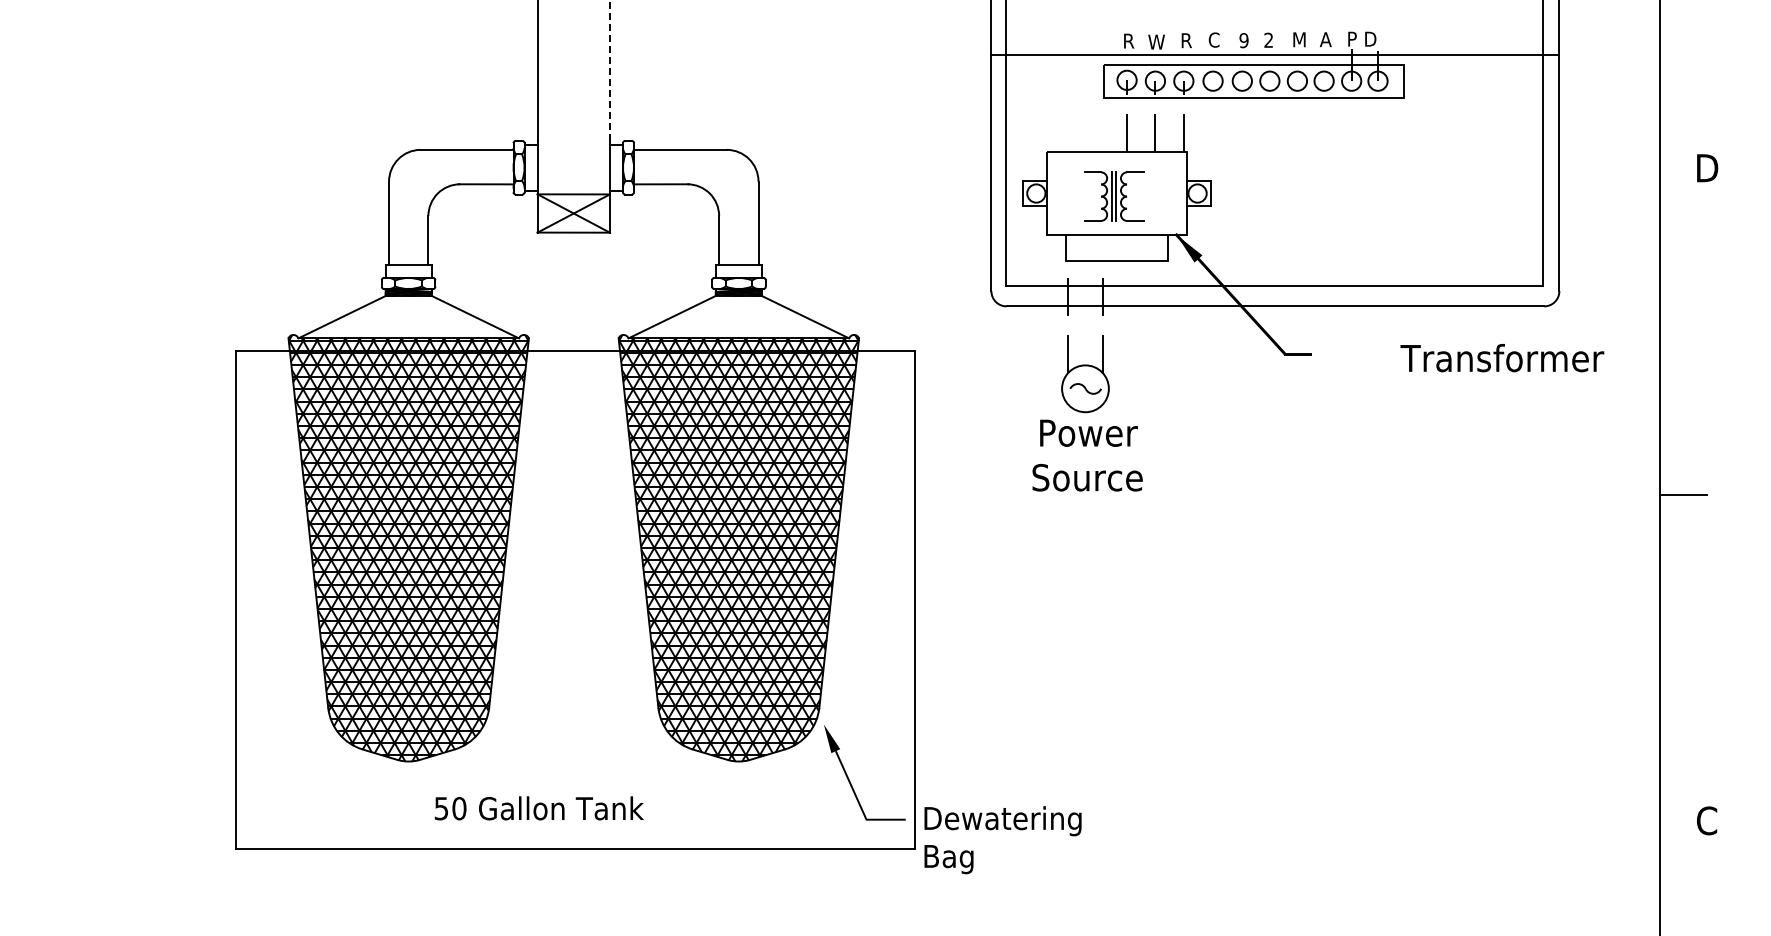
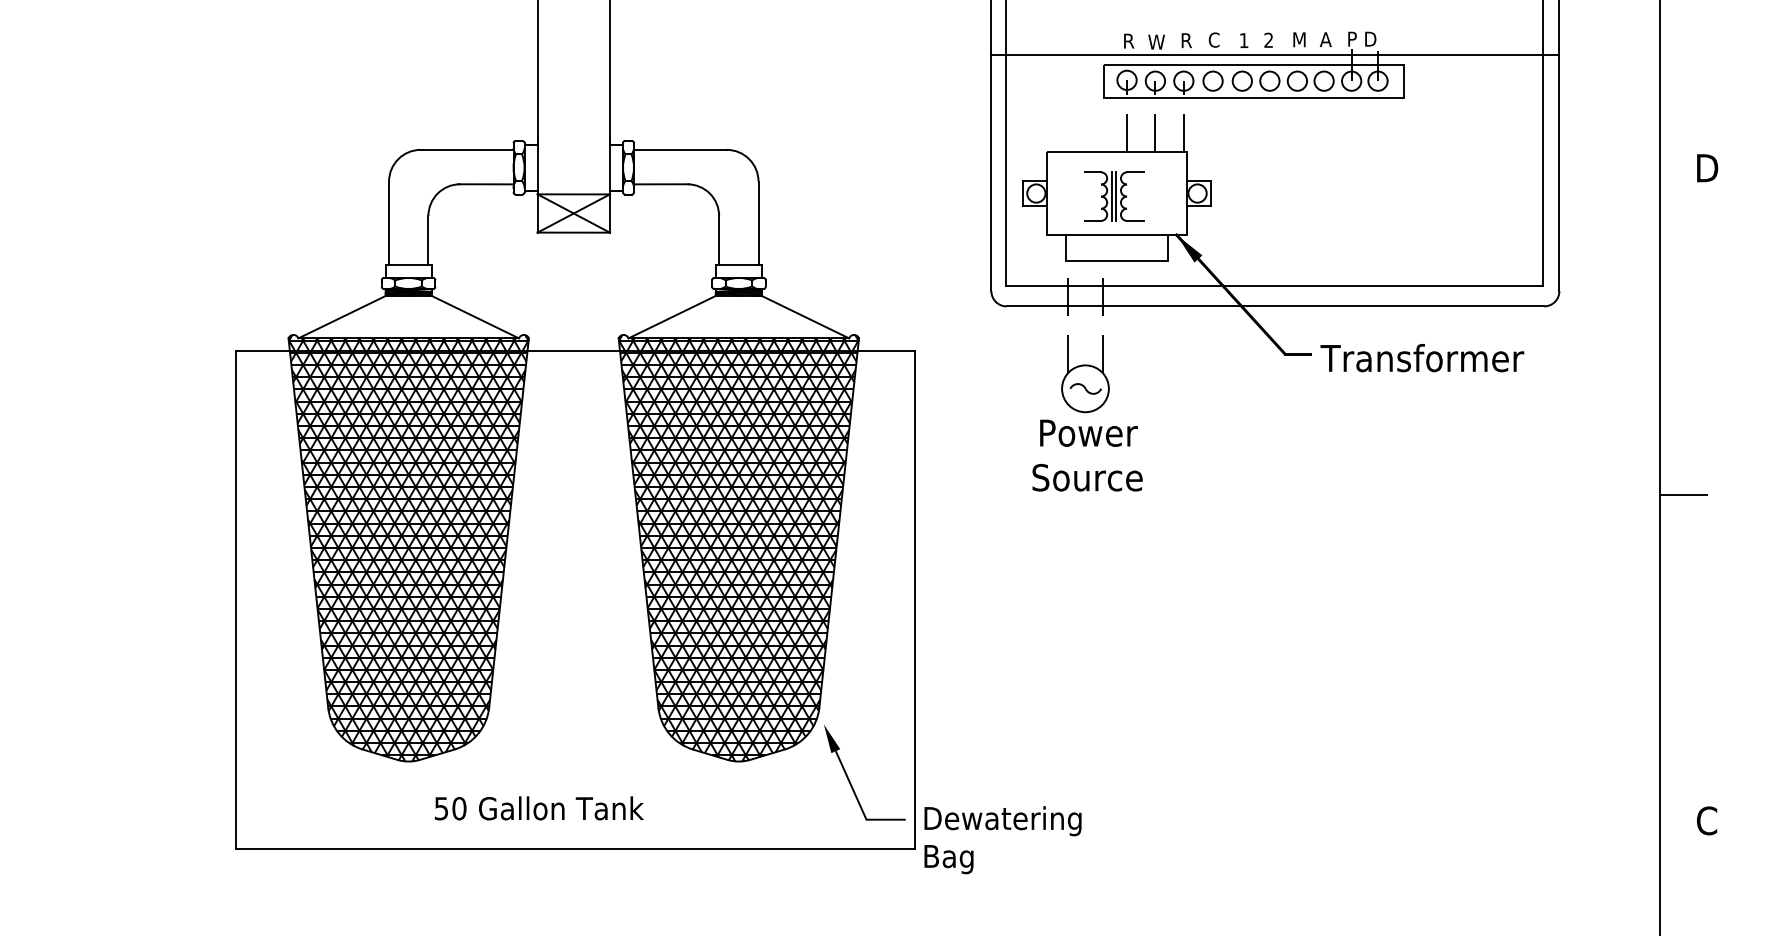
text at (1243, 40): 9 -> 1
line at (609, 71): dashed -> solid
text at (1502, 358) position: (1502, 358) -> (1422, 358)
